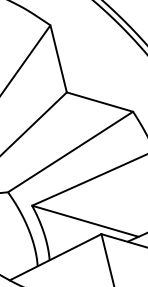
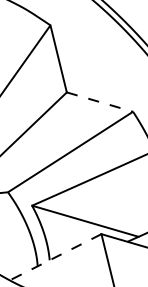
line at (100, 102): solid -> dashed
line at (55, 257): solid -> dashed
